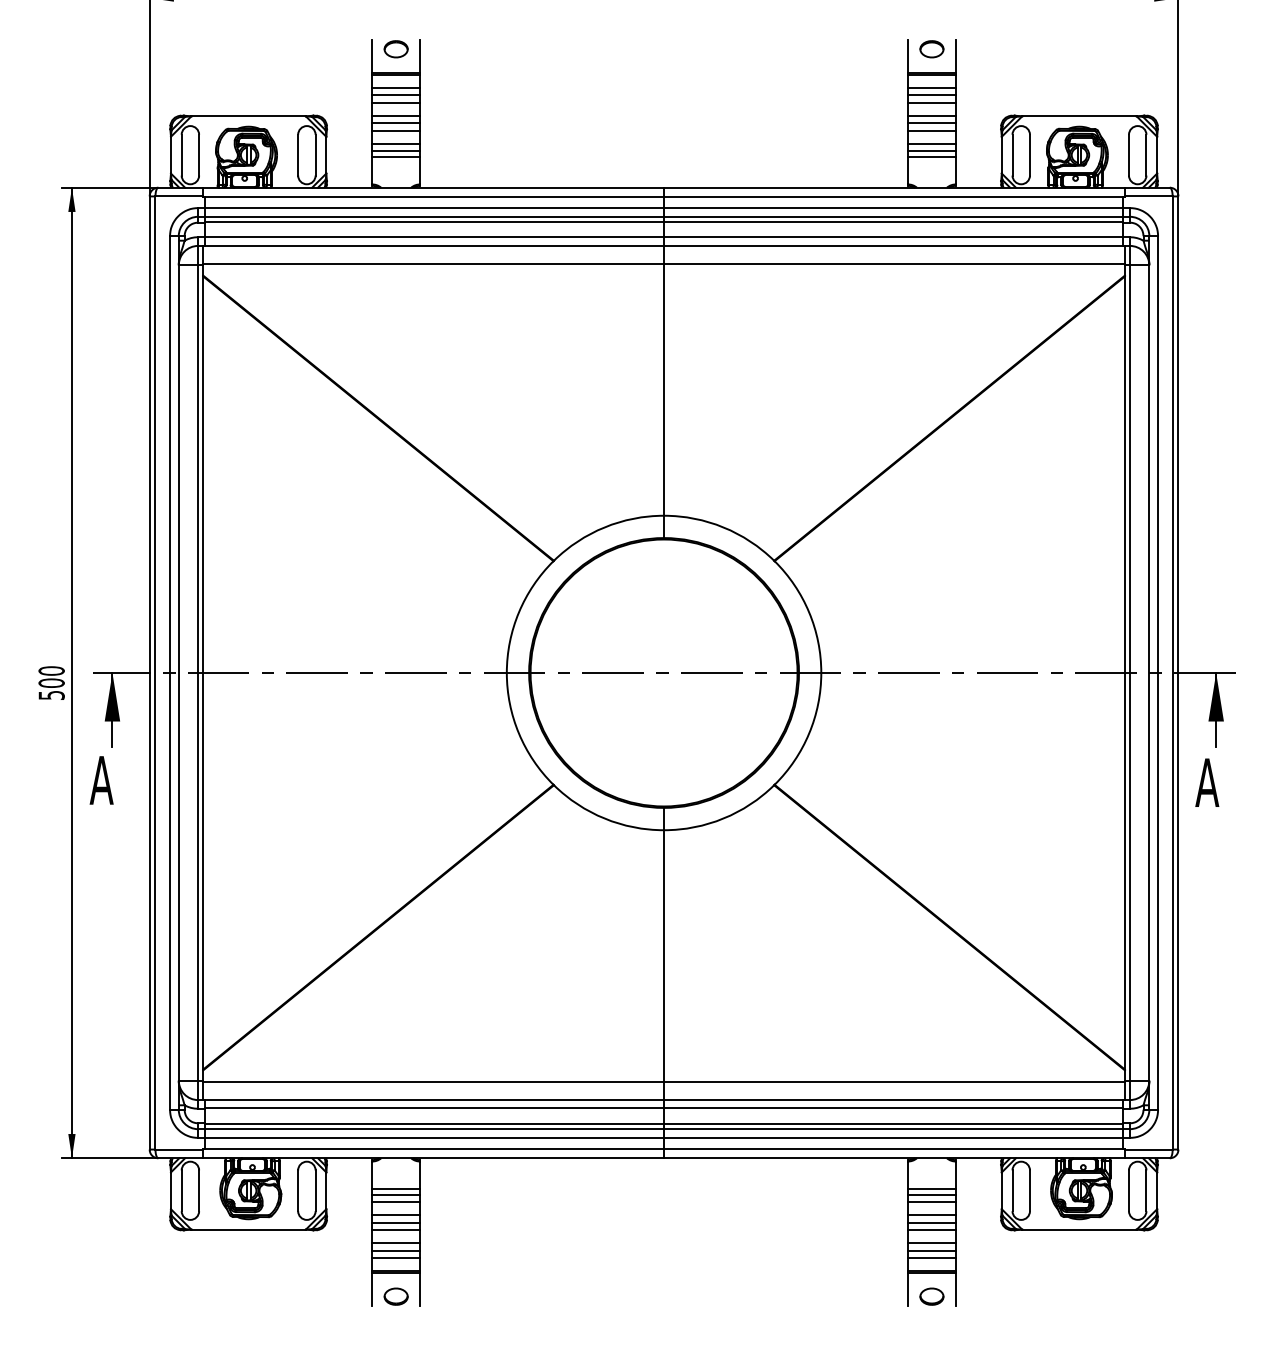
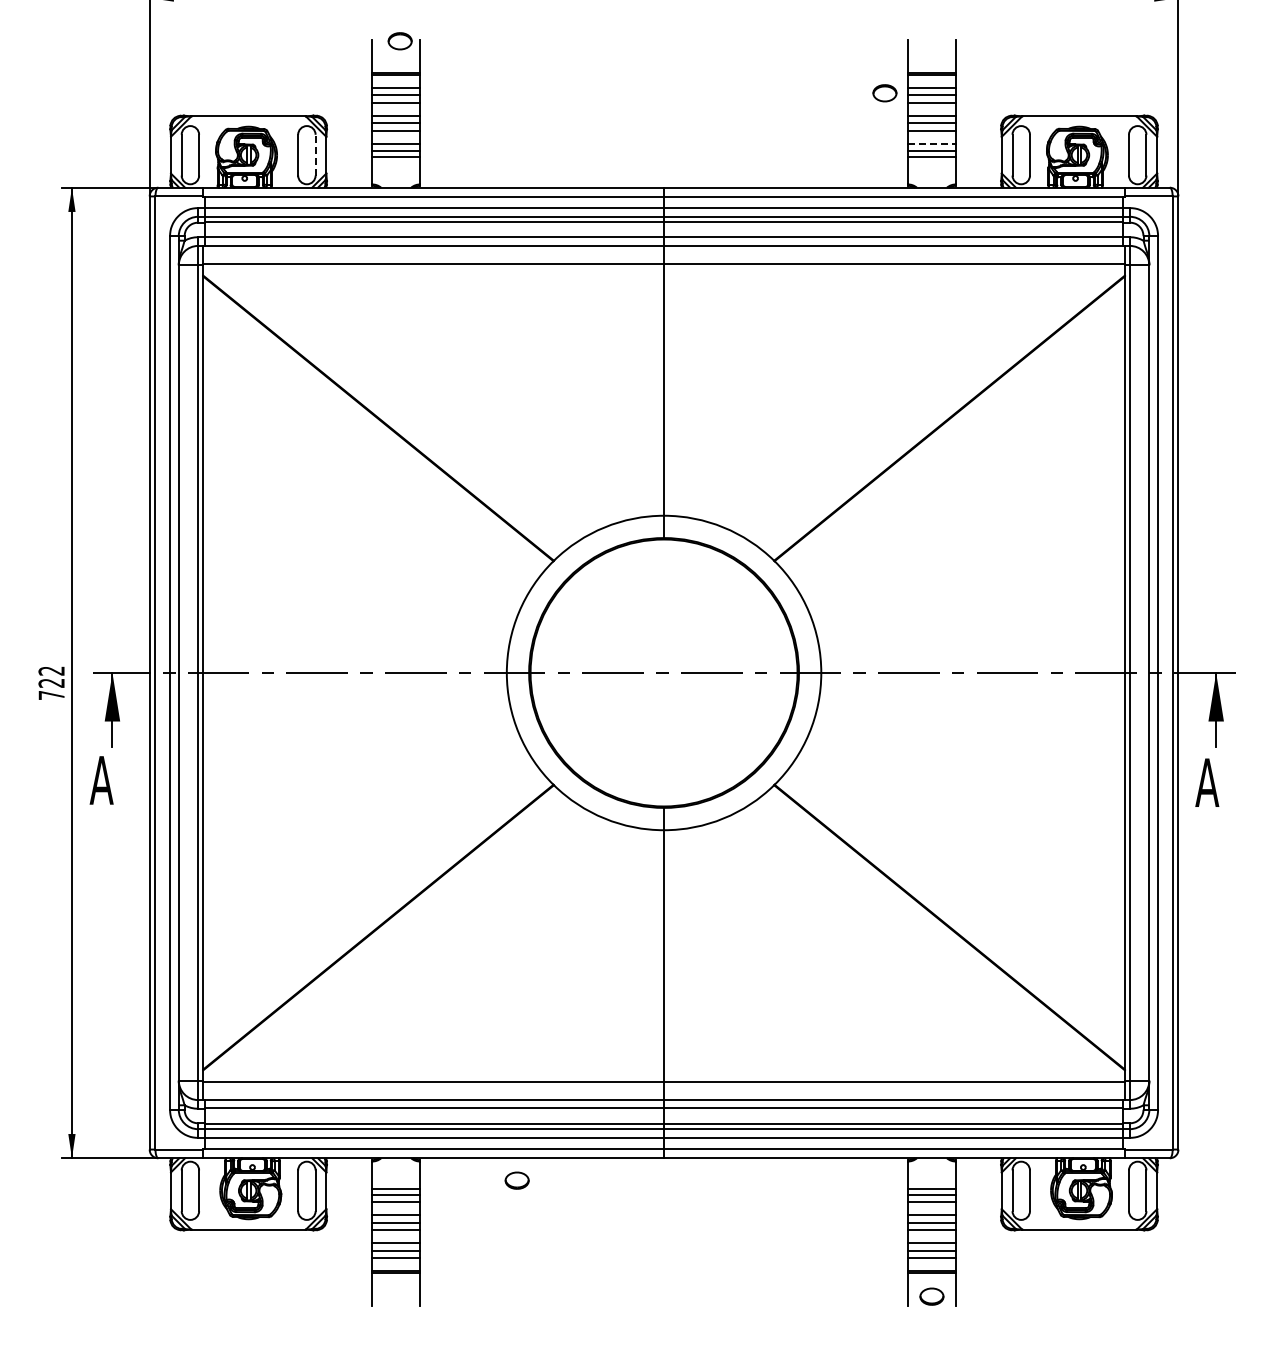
part at (395, 49) position: (395, 49) -> (399, 41)
part at (931, 49) position: (931, 49) -> (884, 93)
line at (932, 144): solid -> dashed
line at (315, 154): solid -> dashed
text at (51, 682): 500 -> 722
part at (395, 1296) position: (395, 1296) -> (516, 1180)
